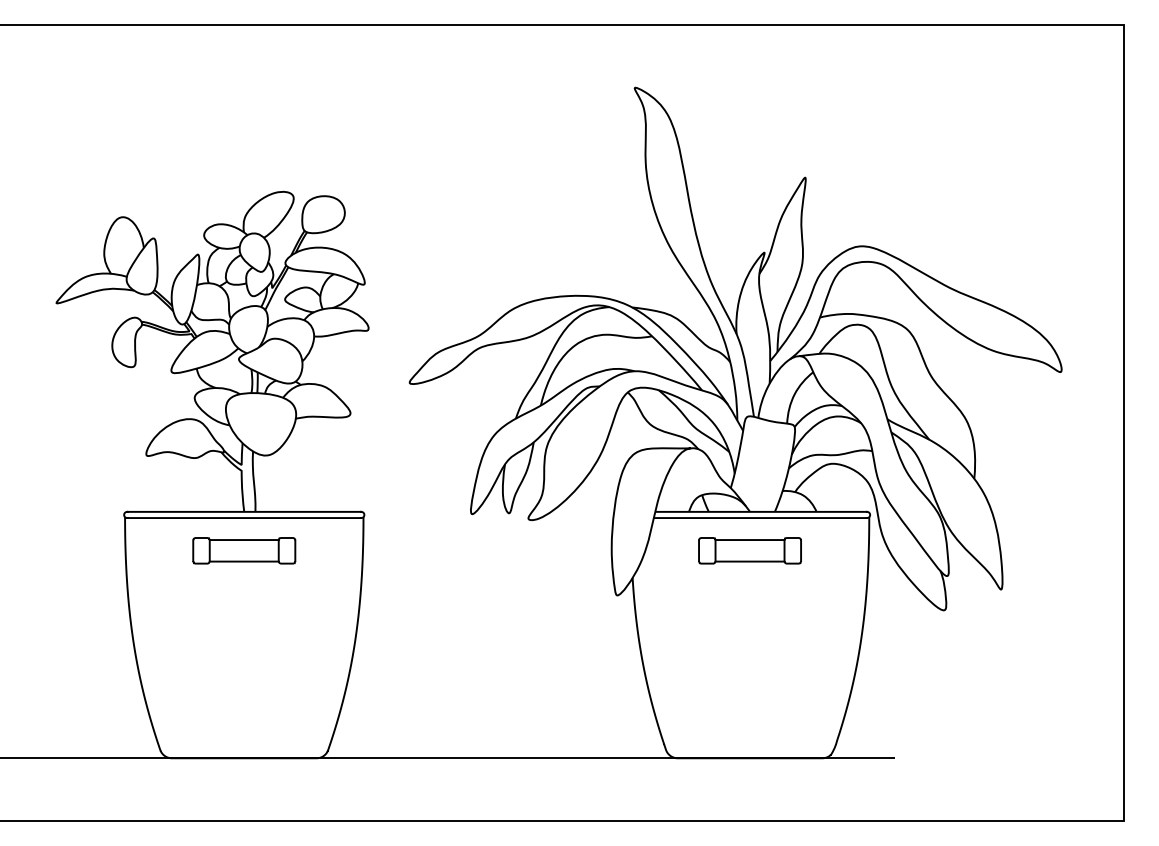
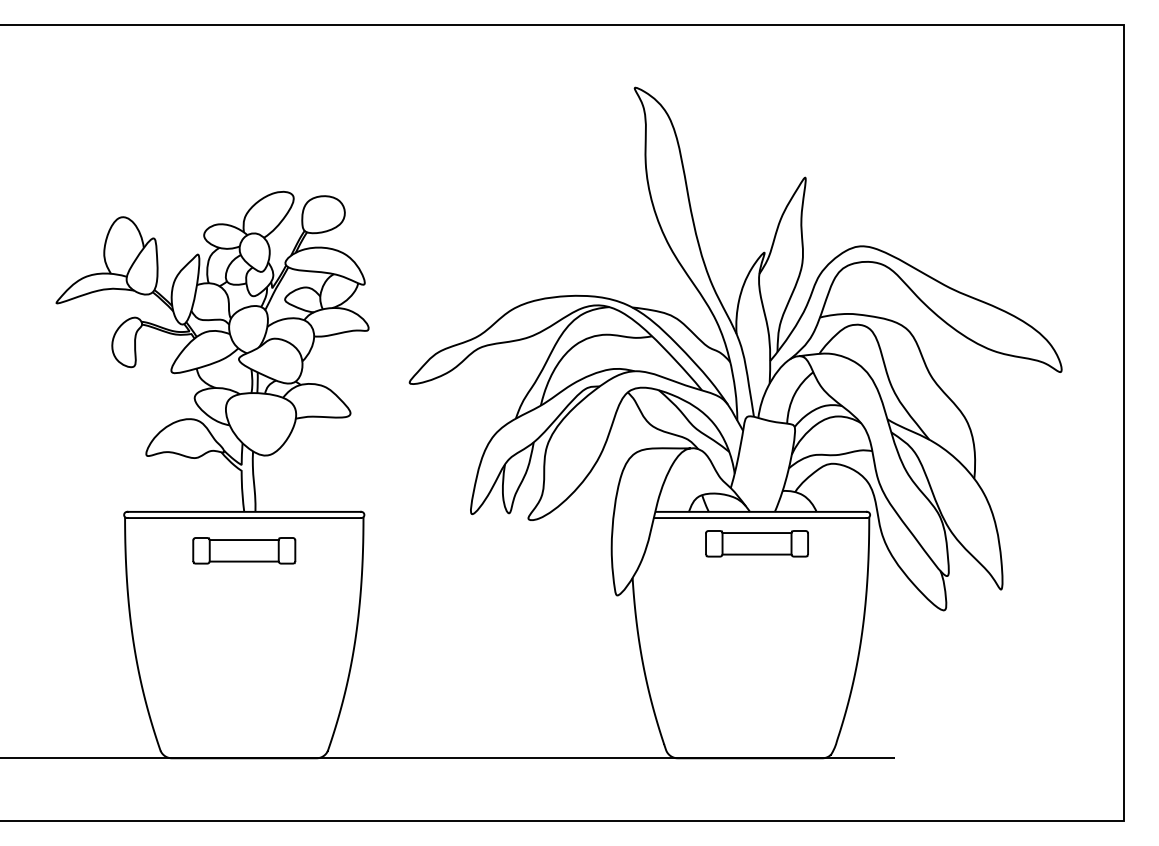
part at (749, 550) position: (749, 550) -> (756, 543)
